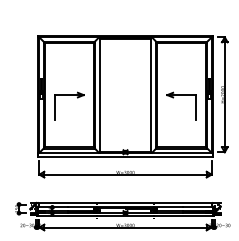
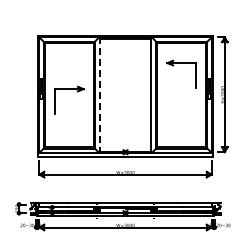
part at (69, 95) position: (69, 95) -> (69, 89)
line at (99, 95): solid -> dashed
part at (181, 95) position: (181, 95) -> (181, 63)
